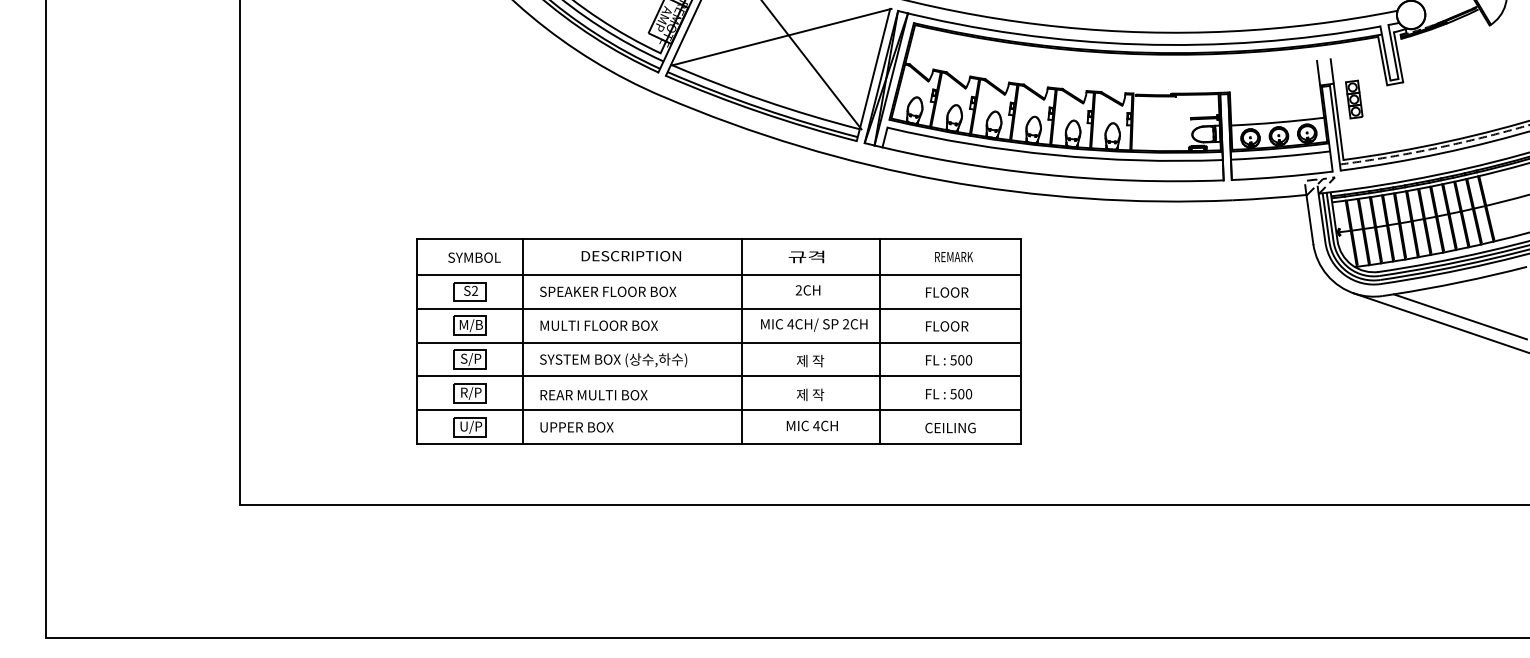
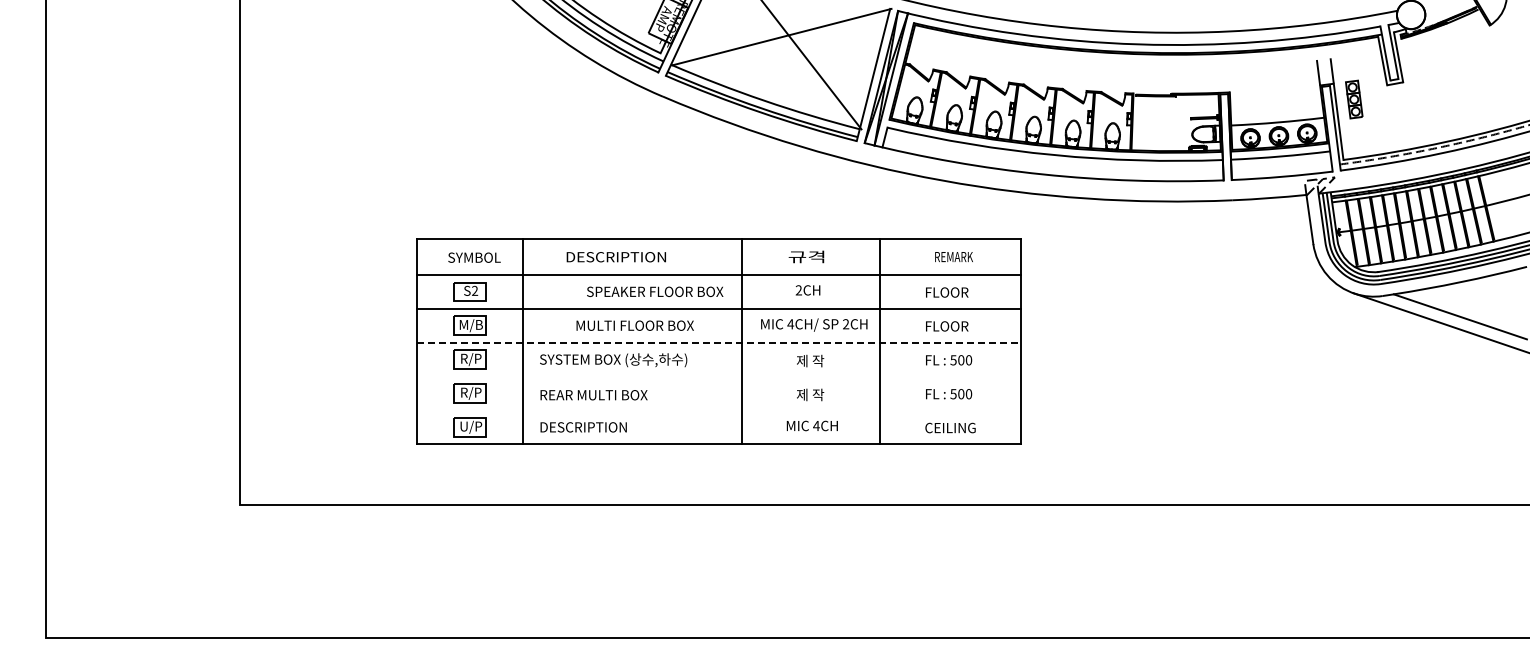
text at (630, 256) position: (630, 256) -> (615, 257)
text at (608, 291) position: (608, 291) -> (655, 291)
text at (598, 325) position: (598, 325) -> (634, 325)
line at (719, 342): solid -> dashed
text at (471, 359): S/P -> R/P
line at (719, 376): present -> none
line at (719, 410): present -> none
text at (583, 427): UPPER BOX -> DESCRIPTION
